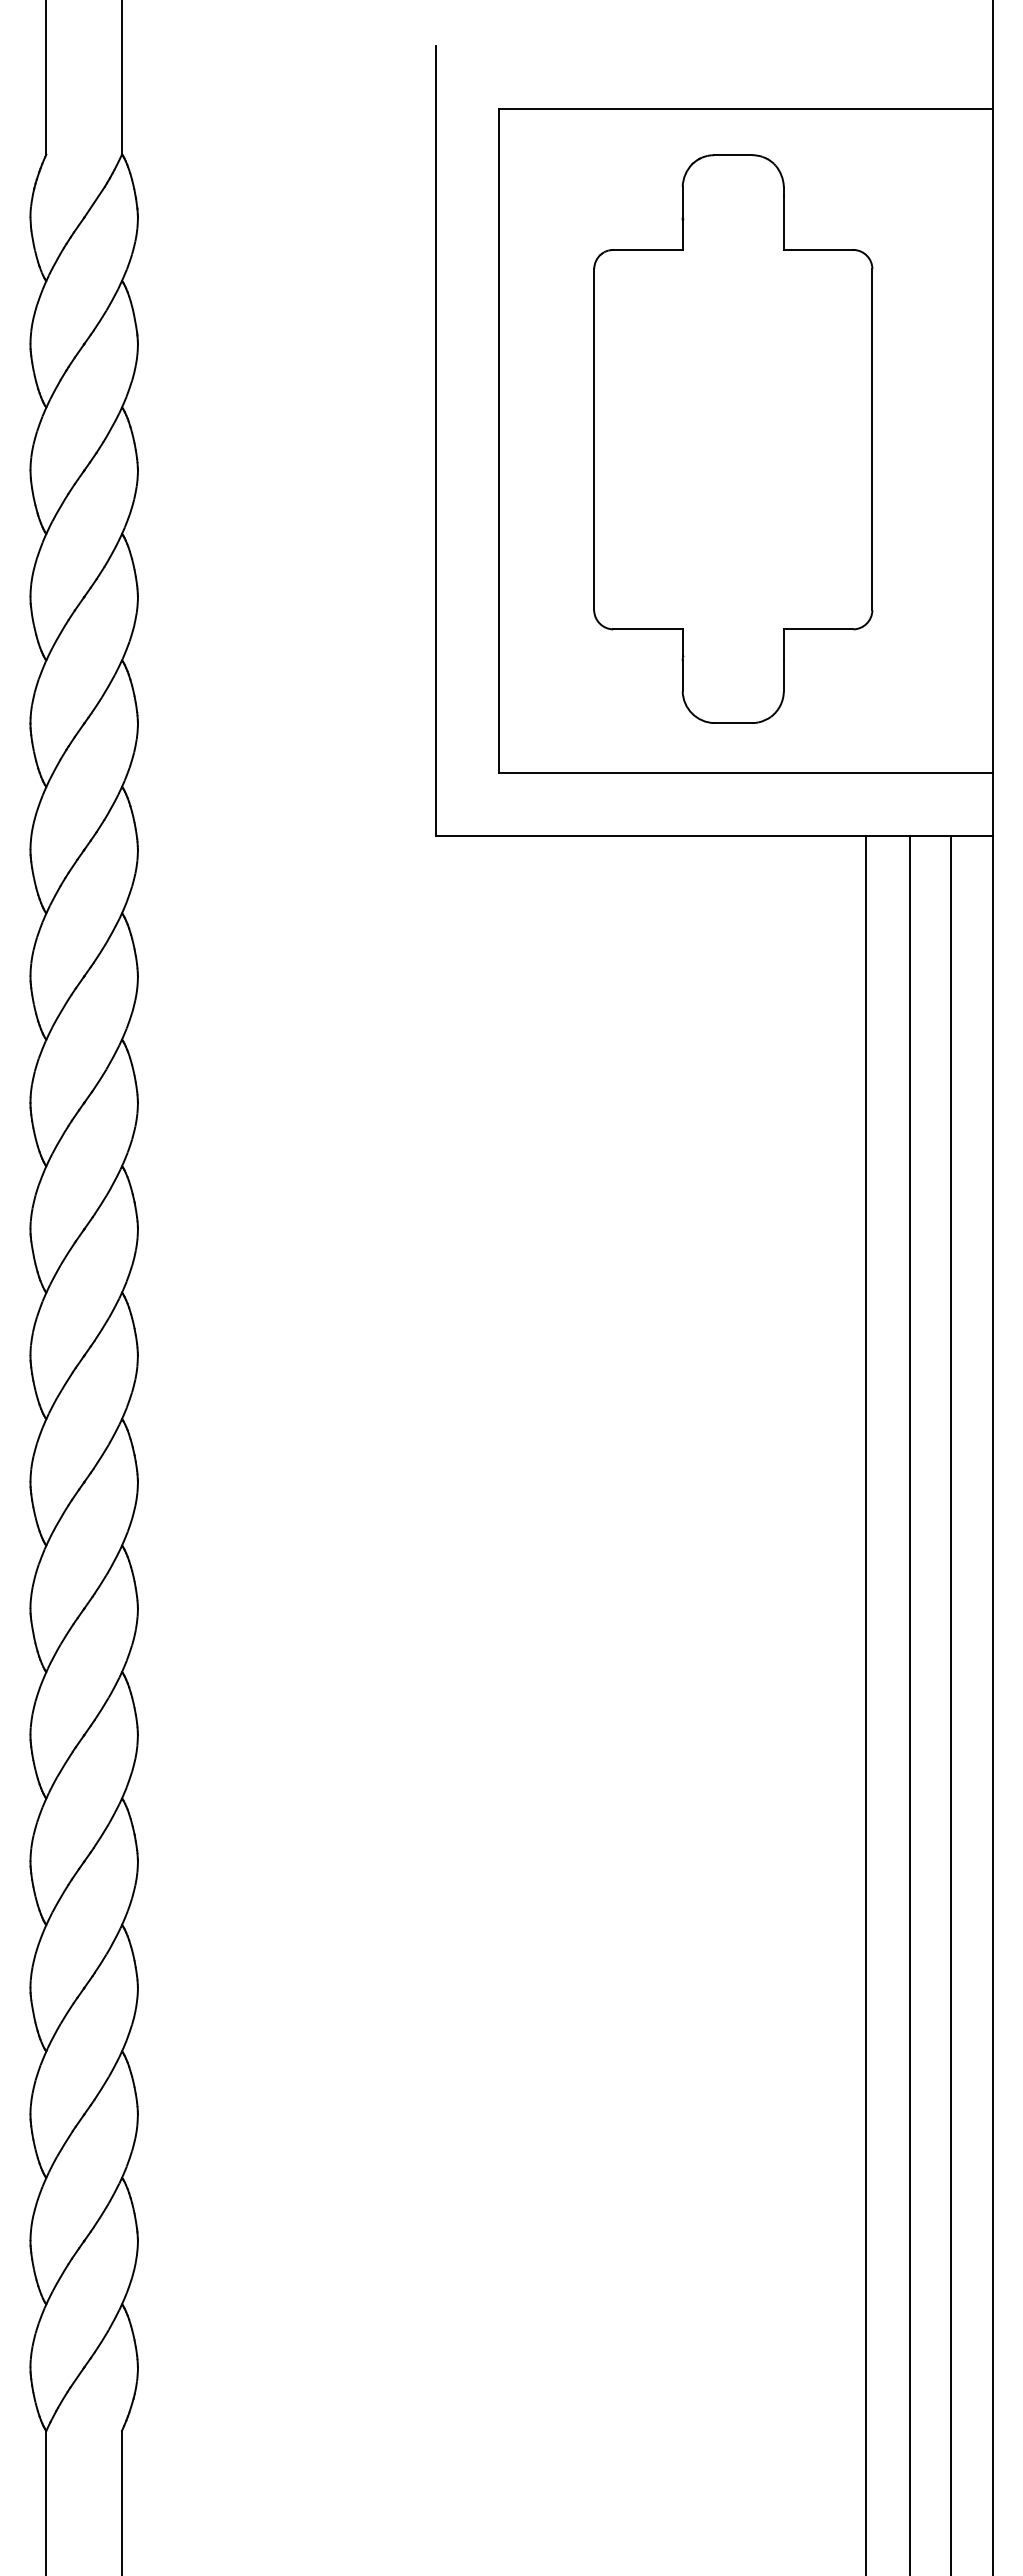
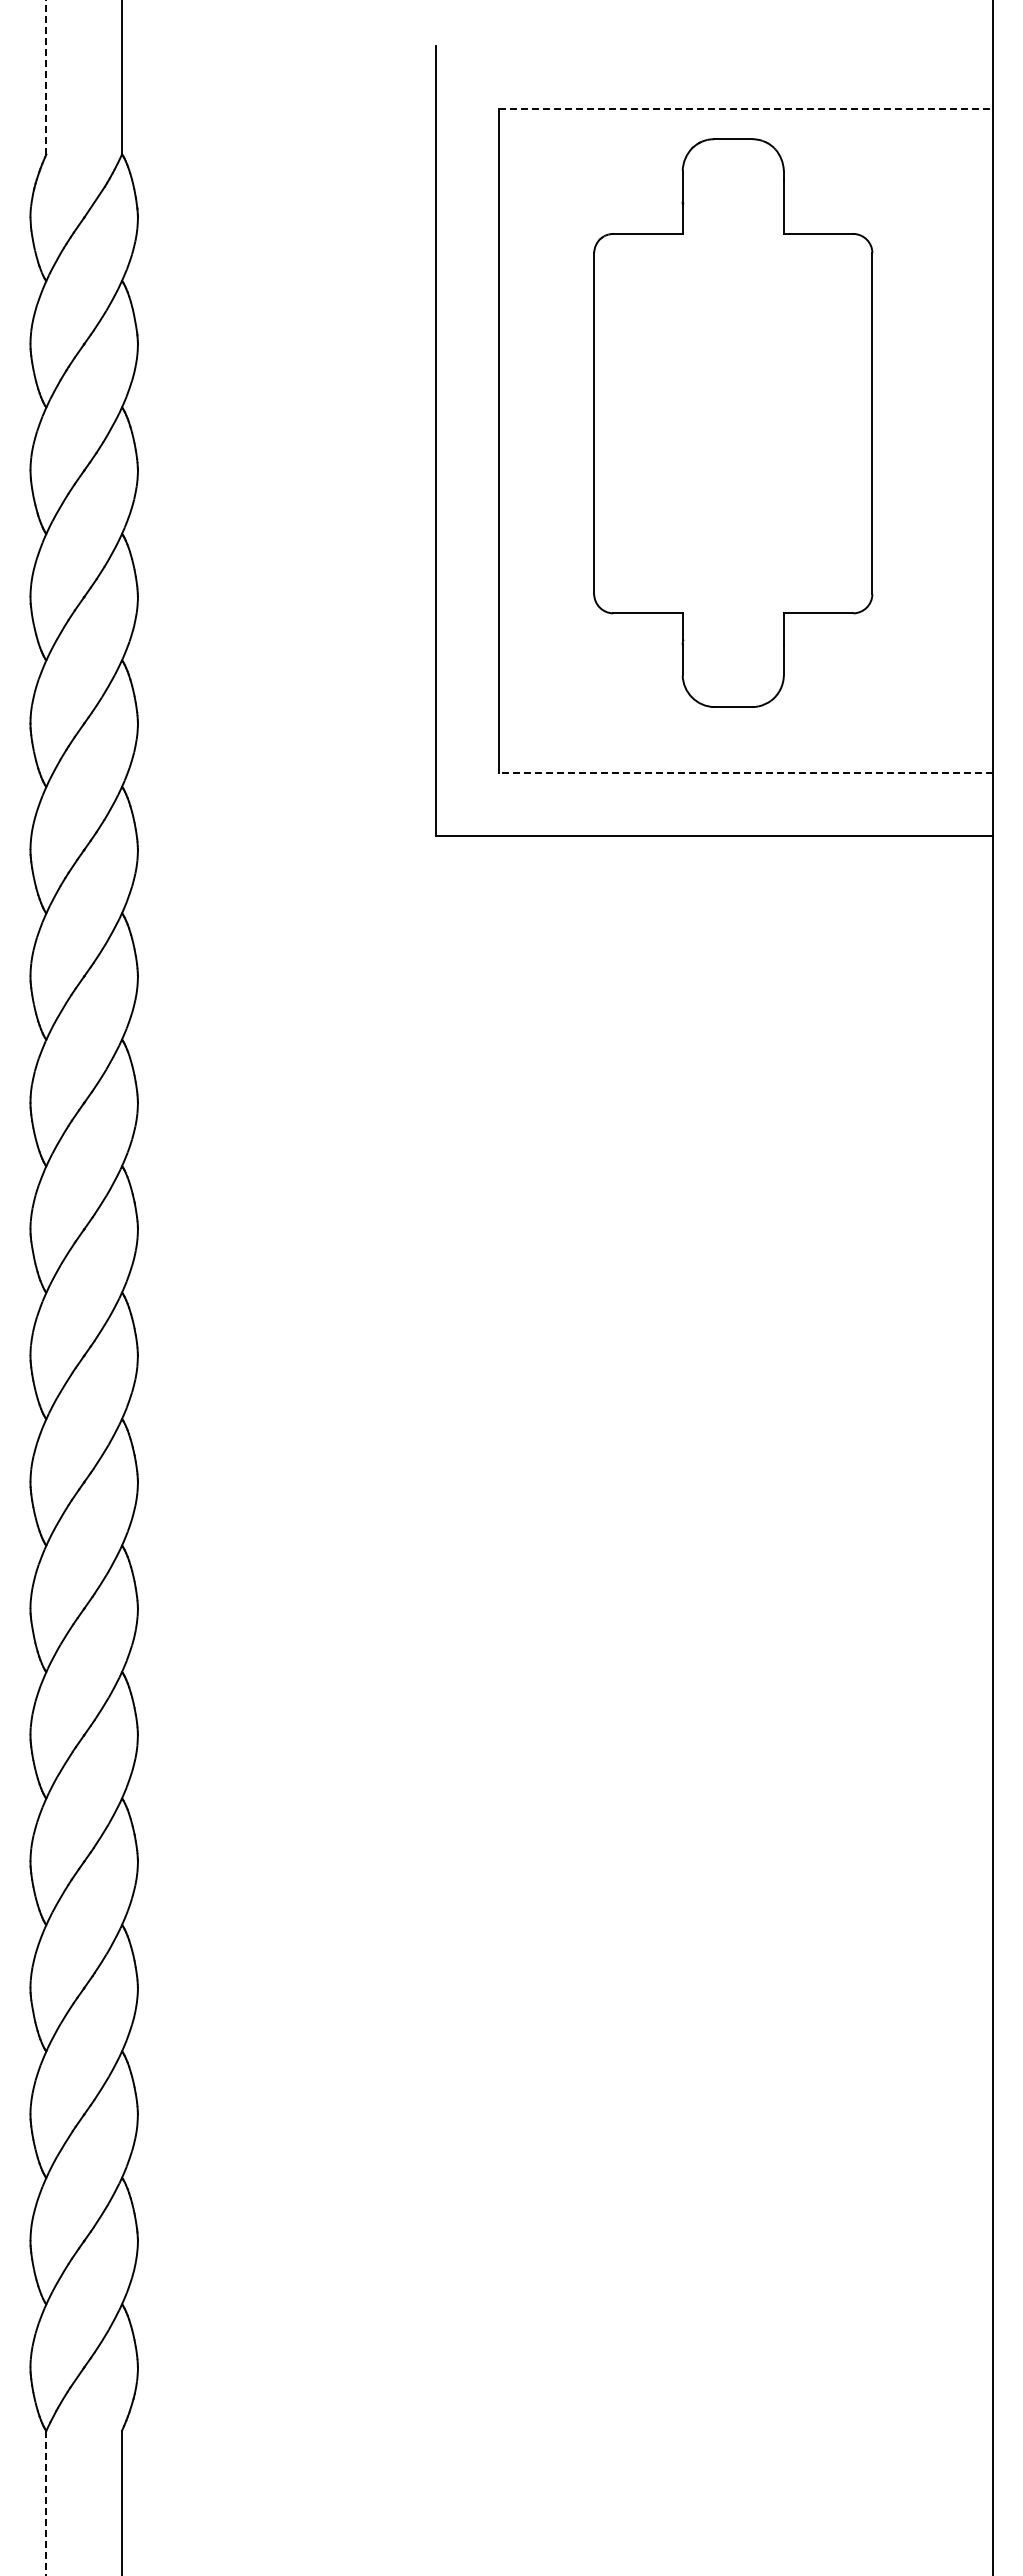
line at (46, 77): solid -> dashed
line at (745, 108): solid -> dashed
part at (733, 438) position: (733, 438) -> (733, 422)
line at (745, 772): solid -> dashed
line at (866, 1704): present -> none
line at (909, 1704): present -> none
line at (951, 1704): present -> none
line at (46, 2503): solid -> dashed
